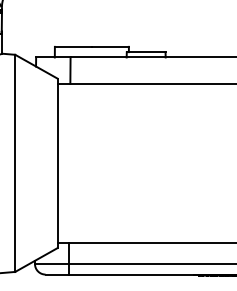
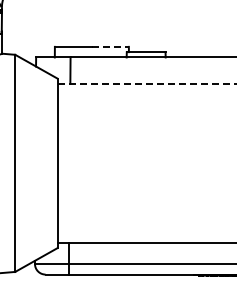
line at (110, 46): solid -> dashed
line at (146, 83): solid -> dashed
